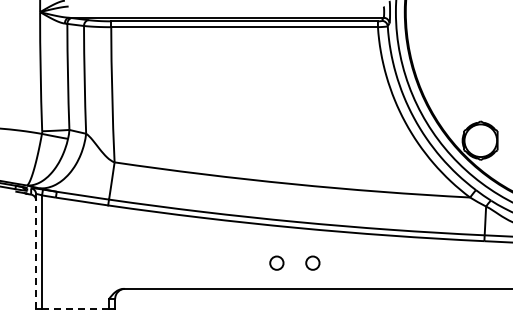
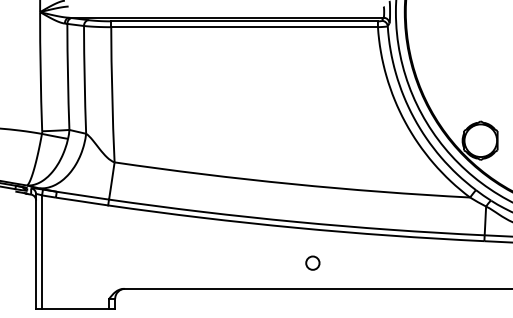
line at (36, 251): dashed -> solid
circle at (276, 262): present -> none
line at (75, 308): dashed -> solid
